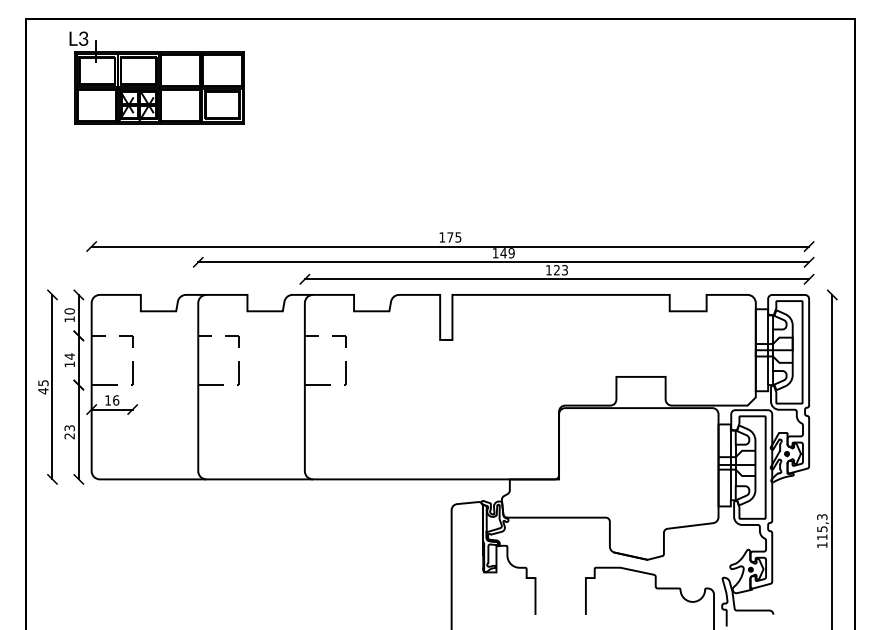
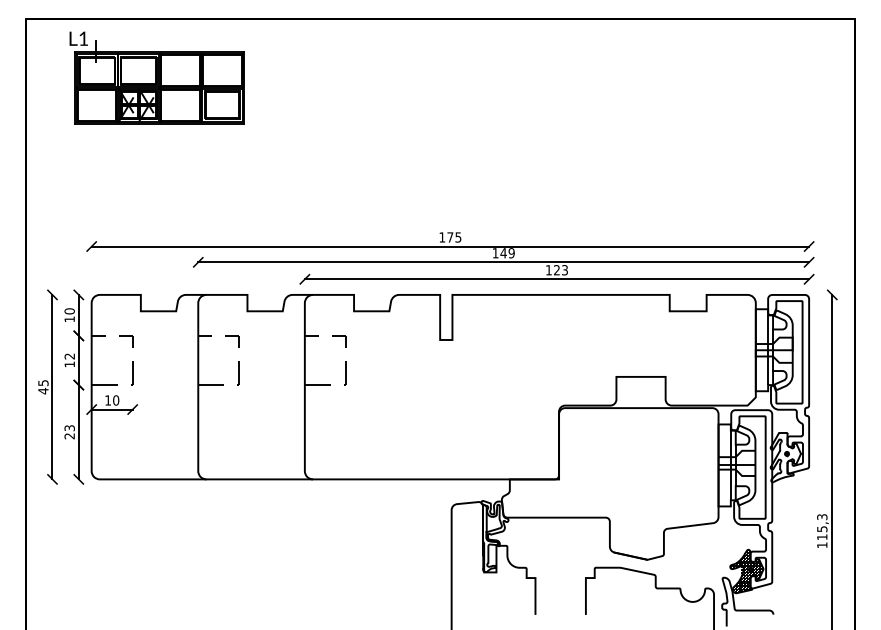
text at (83, 38): L3 -> L1
text at (69, 356): 14 -> 12
text at (116, 400): 16 -> 10
hatch at (746, 571): none -> present
